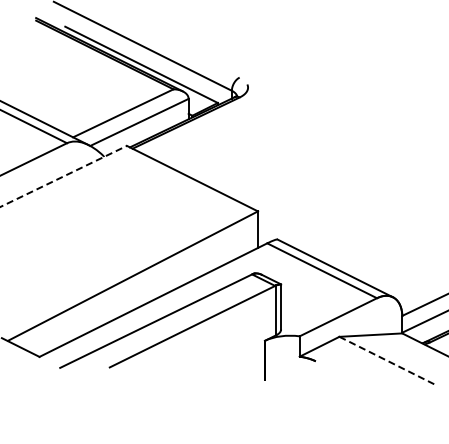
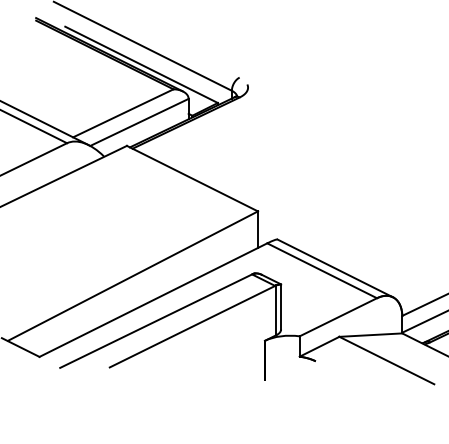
line at (64, 176): dashed -> solid
line at (387, 360): dashed -> solid
